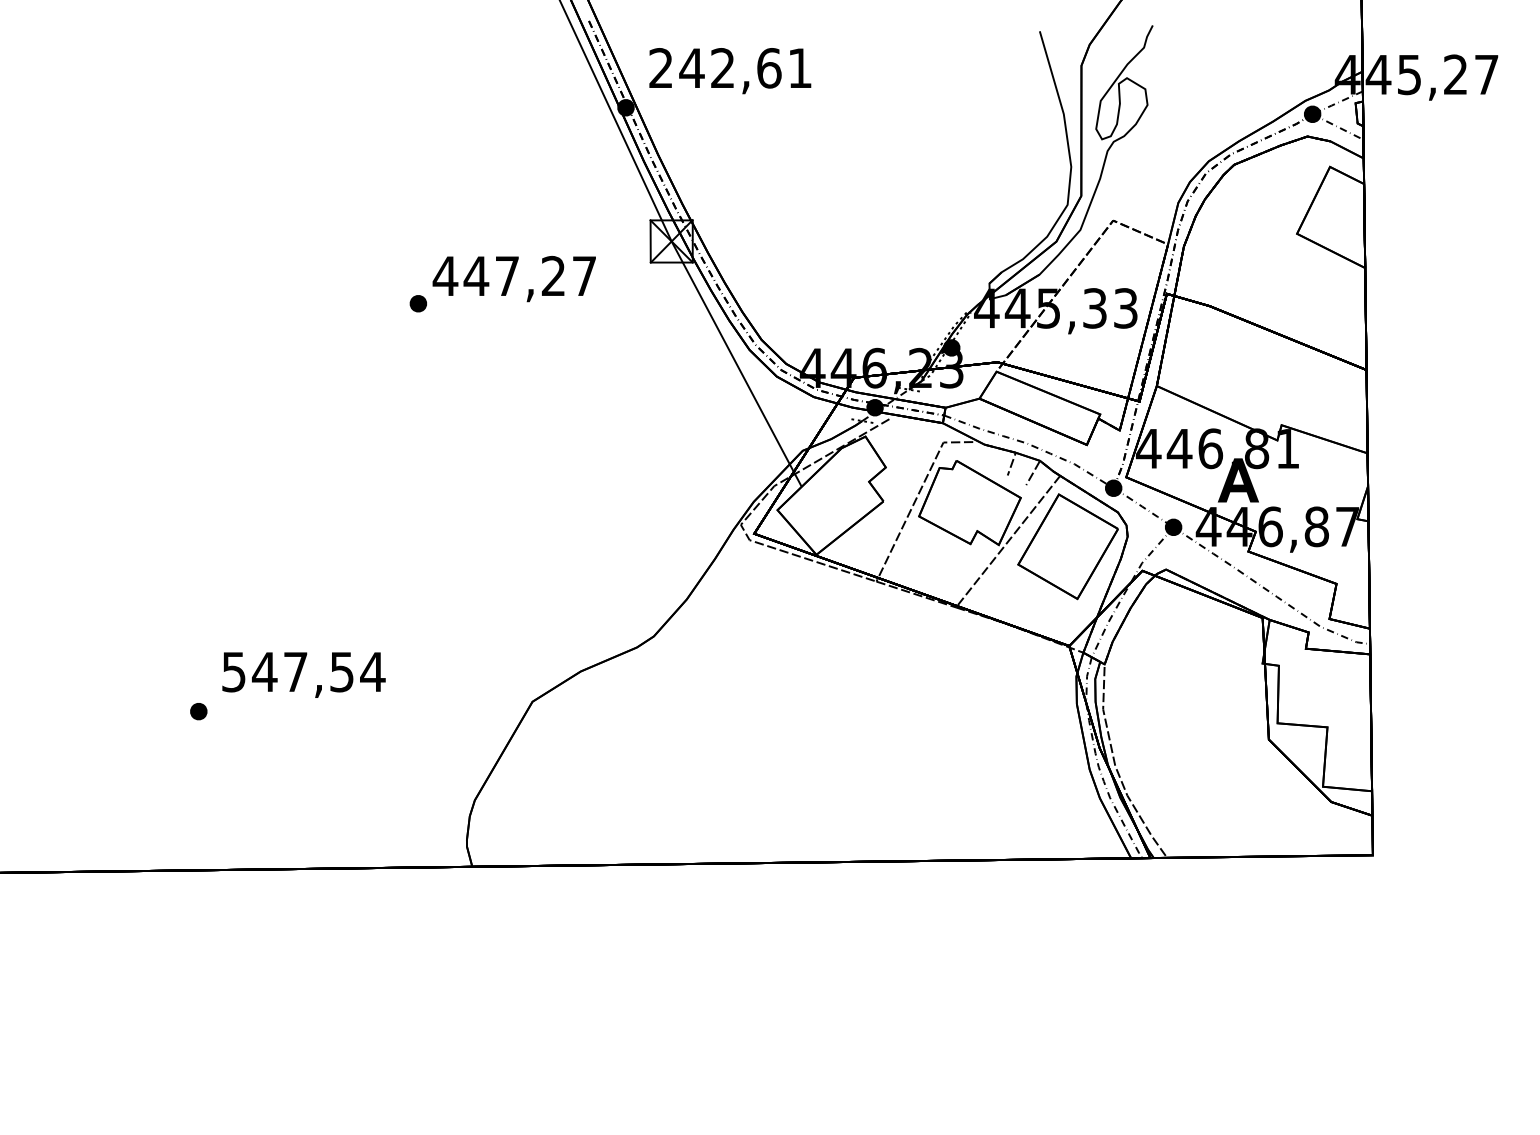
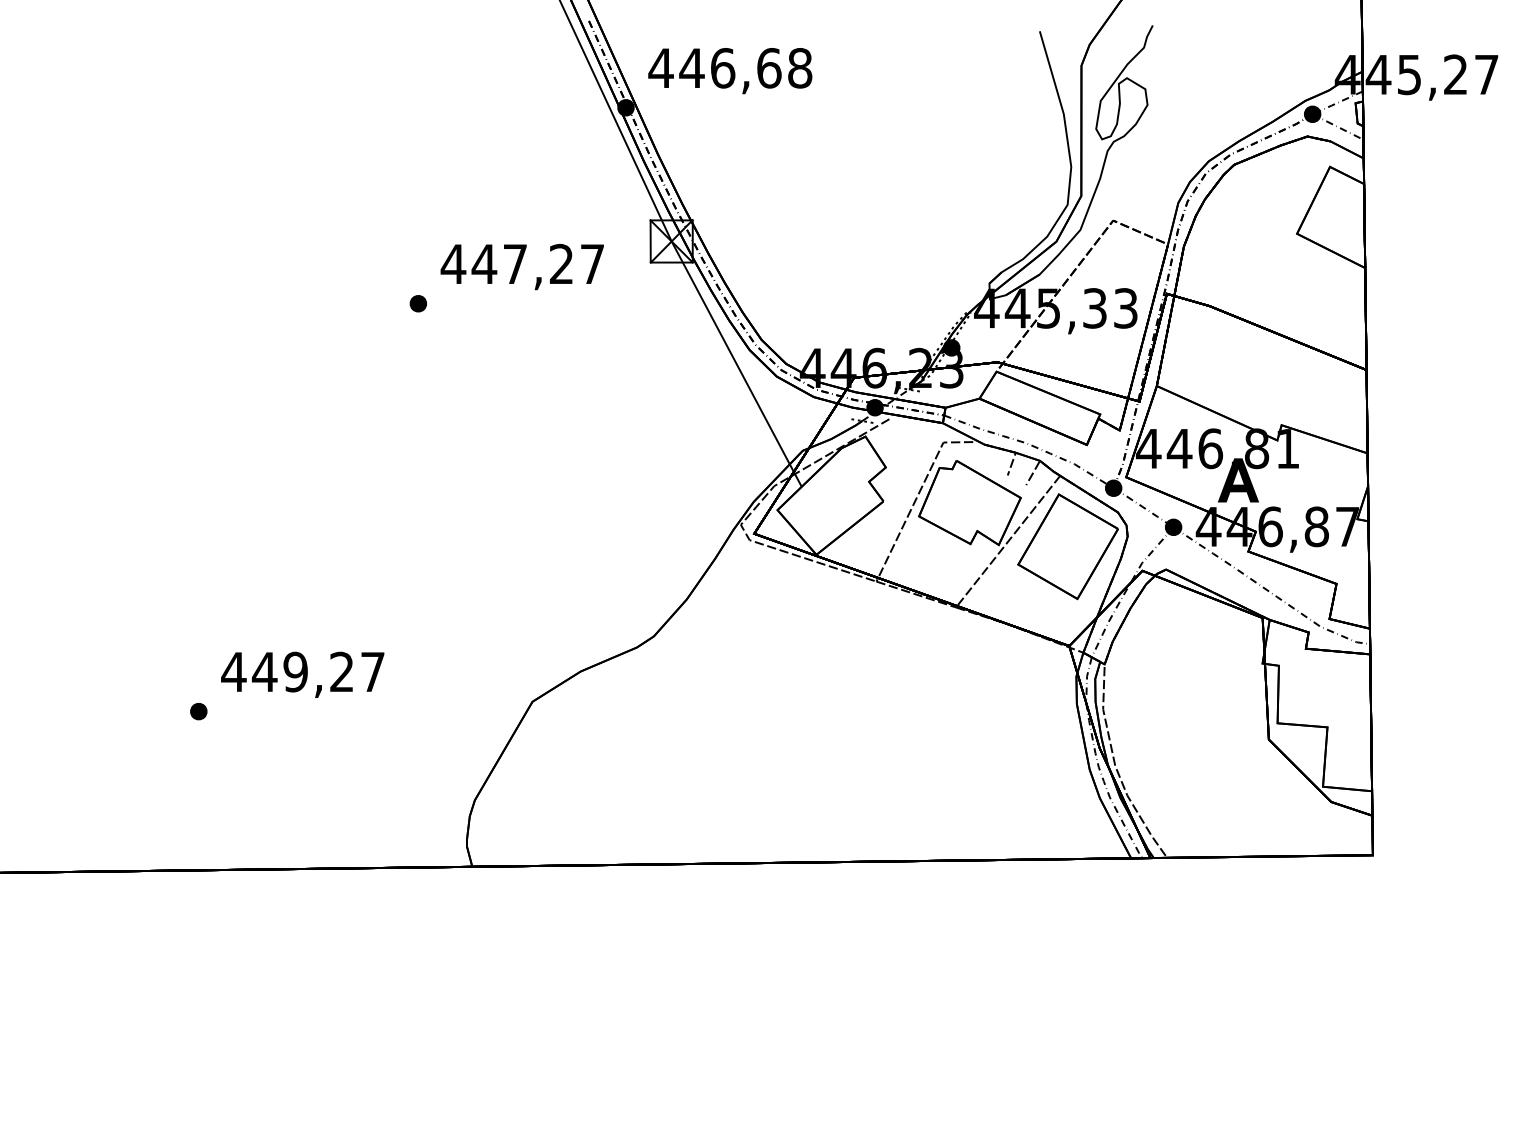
text at (730, 68): 242,61 -> 446,68
text at (513, 279) position: (513, 279) -> (521, 267)
text at (303, 671): 547,54 -> 449,27
